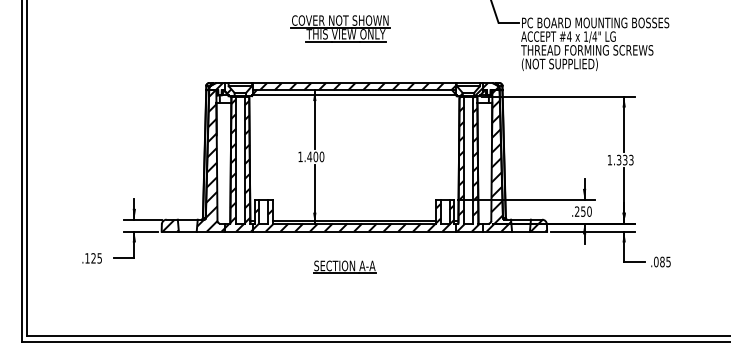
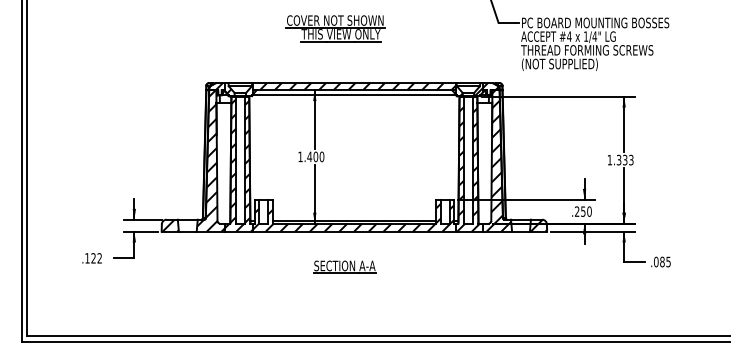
part at (340, 28) position: (340, 28) -> (335, 28)
text at (99, 258): .125 -> .122
